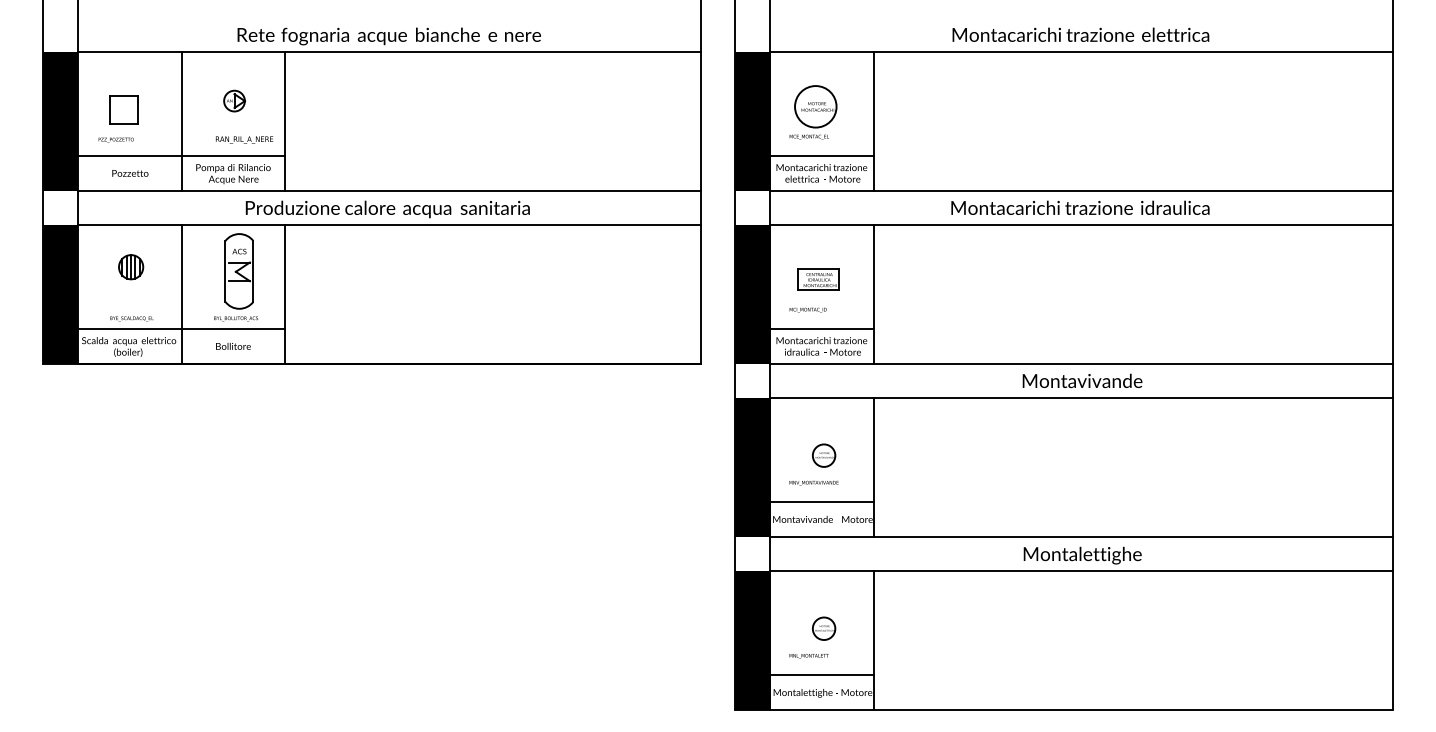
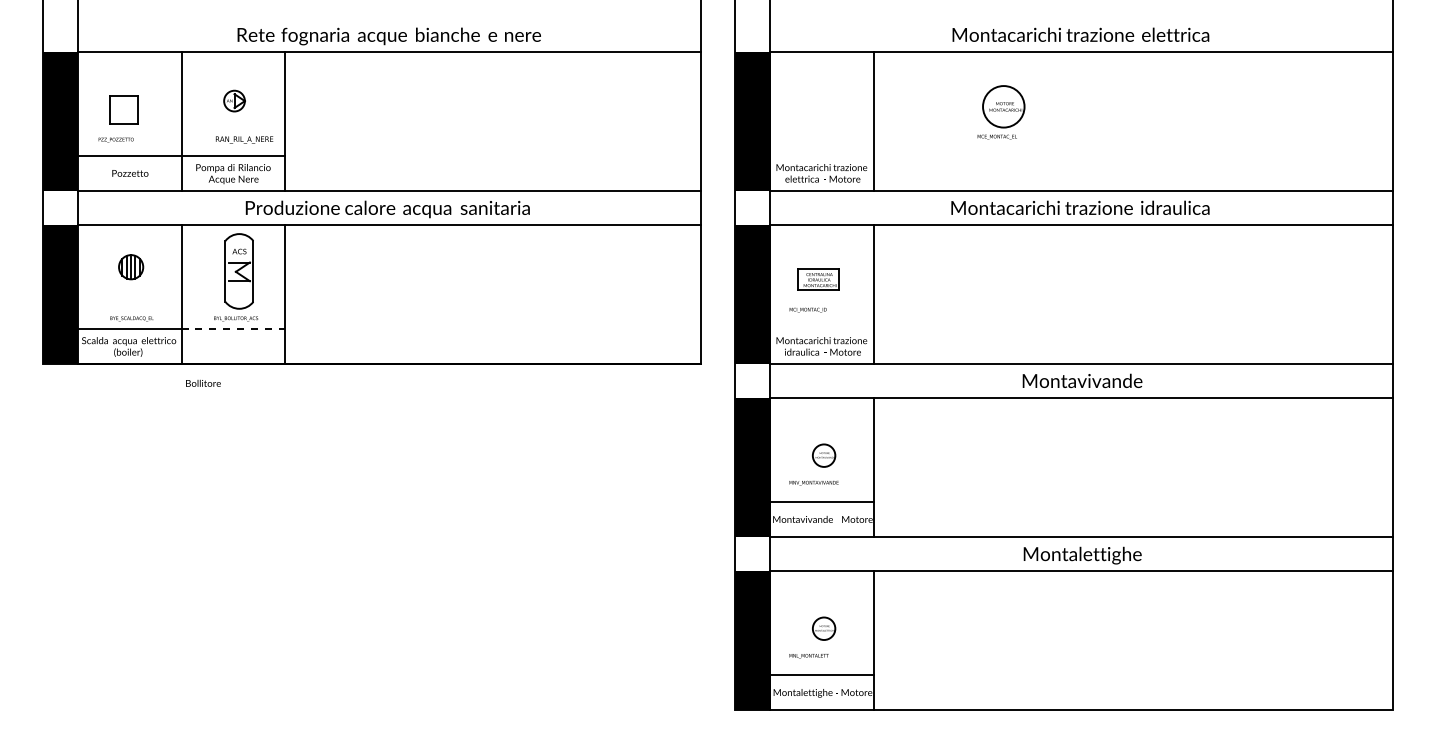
part at (813, 112) position: (813, 112) -> (1001, 112)
line at (821, 156): present -> none
line at (233, 329): solid -> dashed
line at (821, 329): present -> none
text at (233, 345) position: (233, 345) -> (203, 382)
